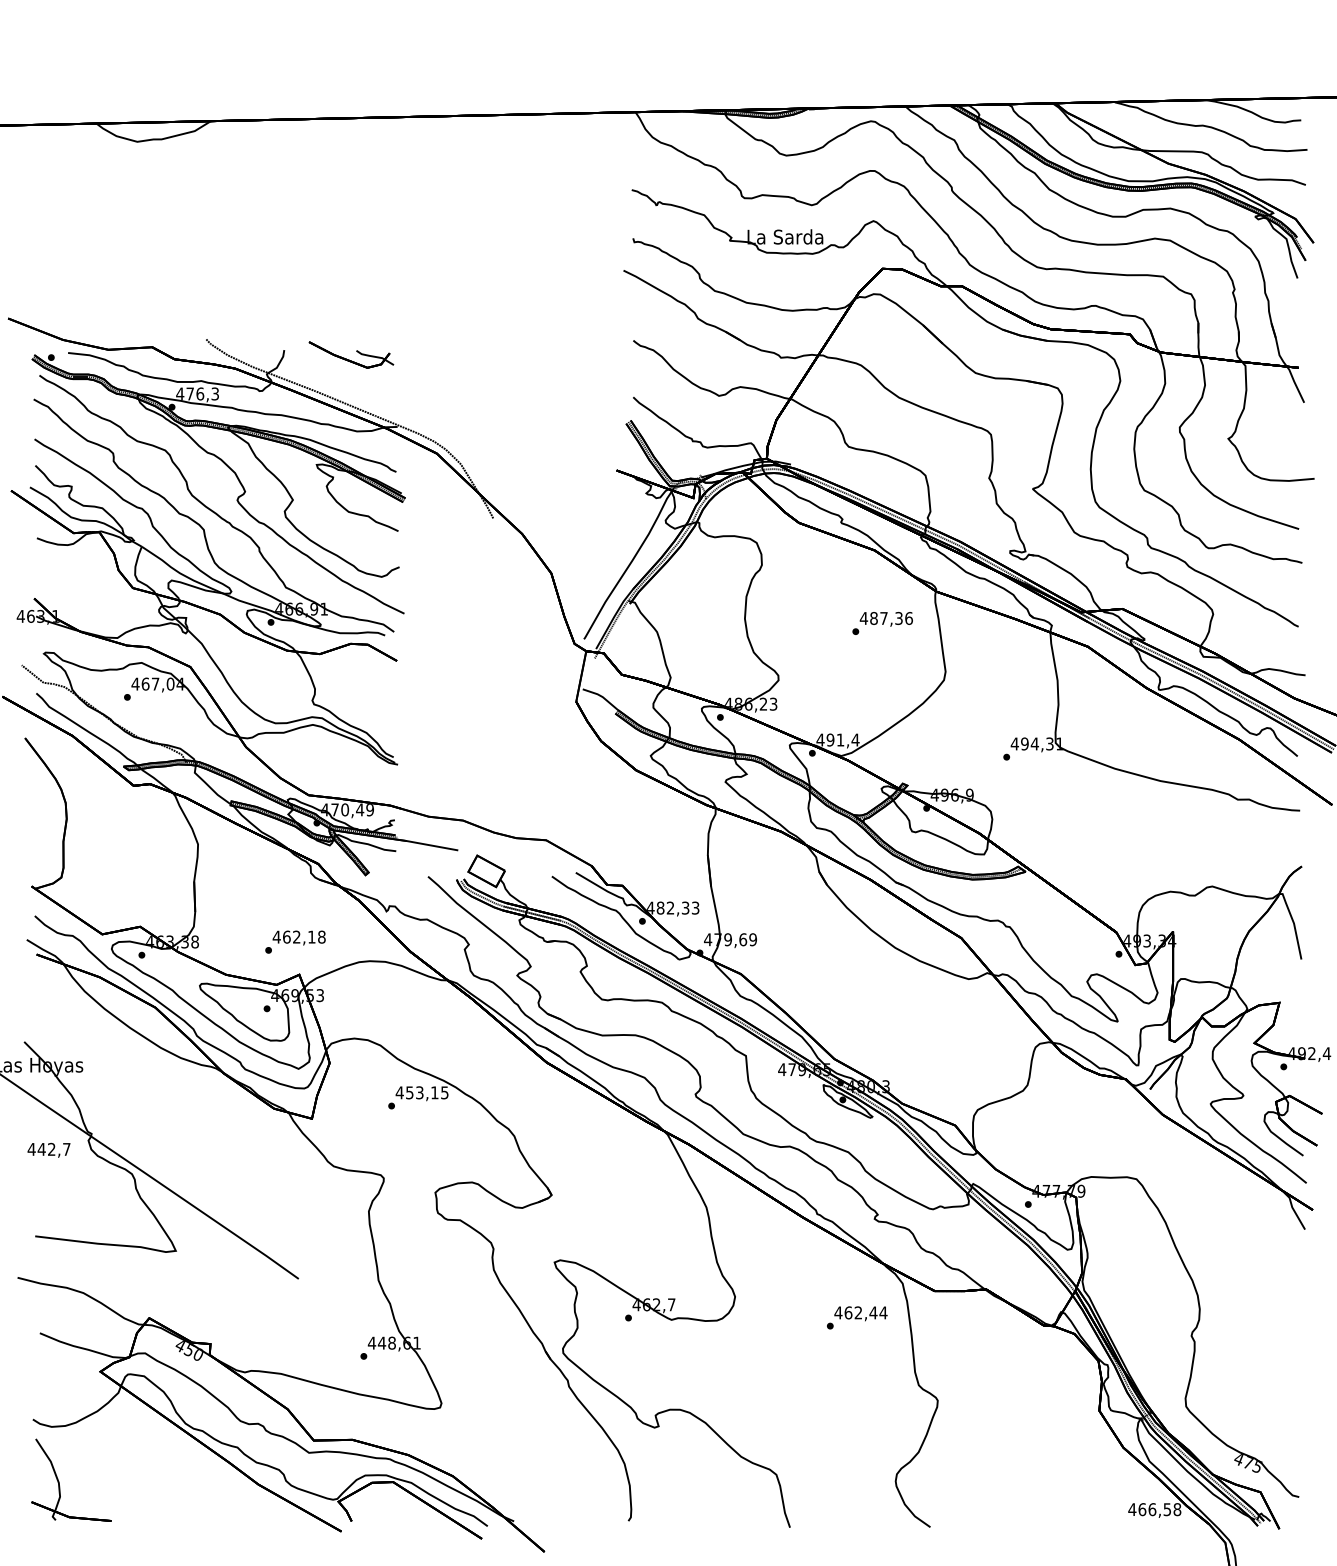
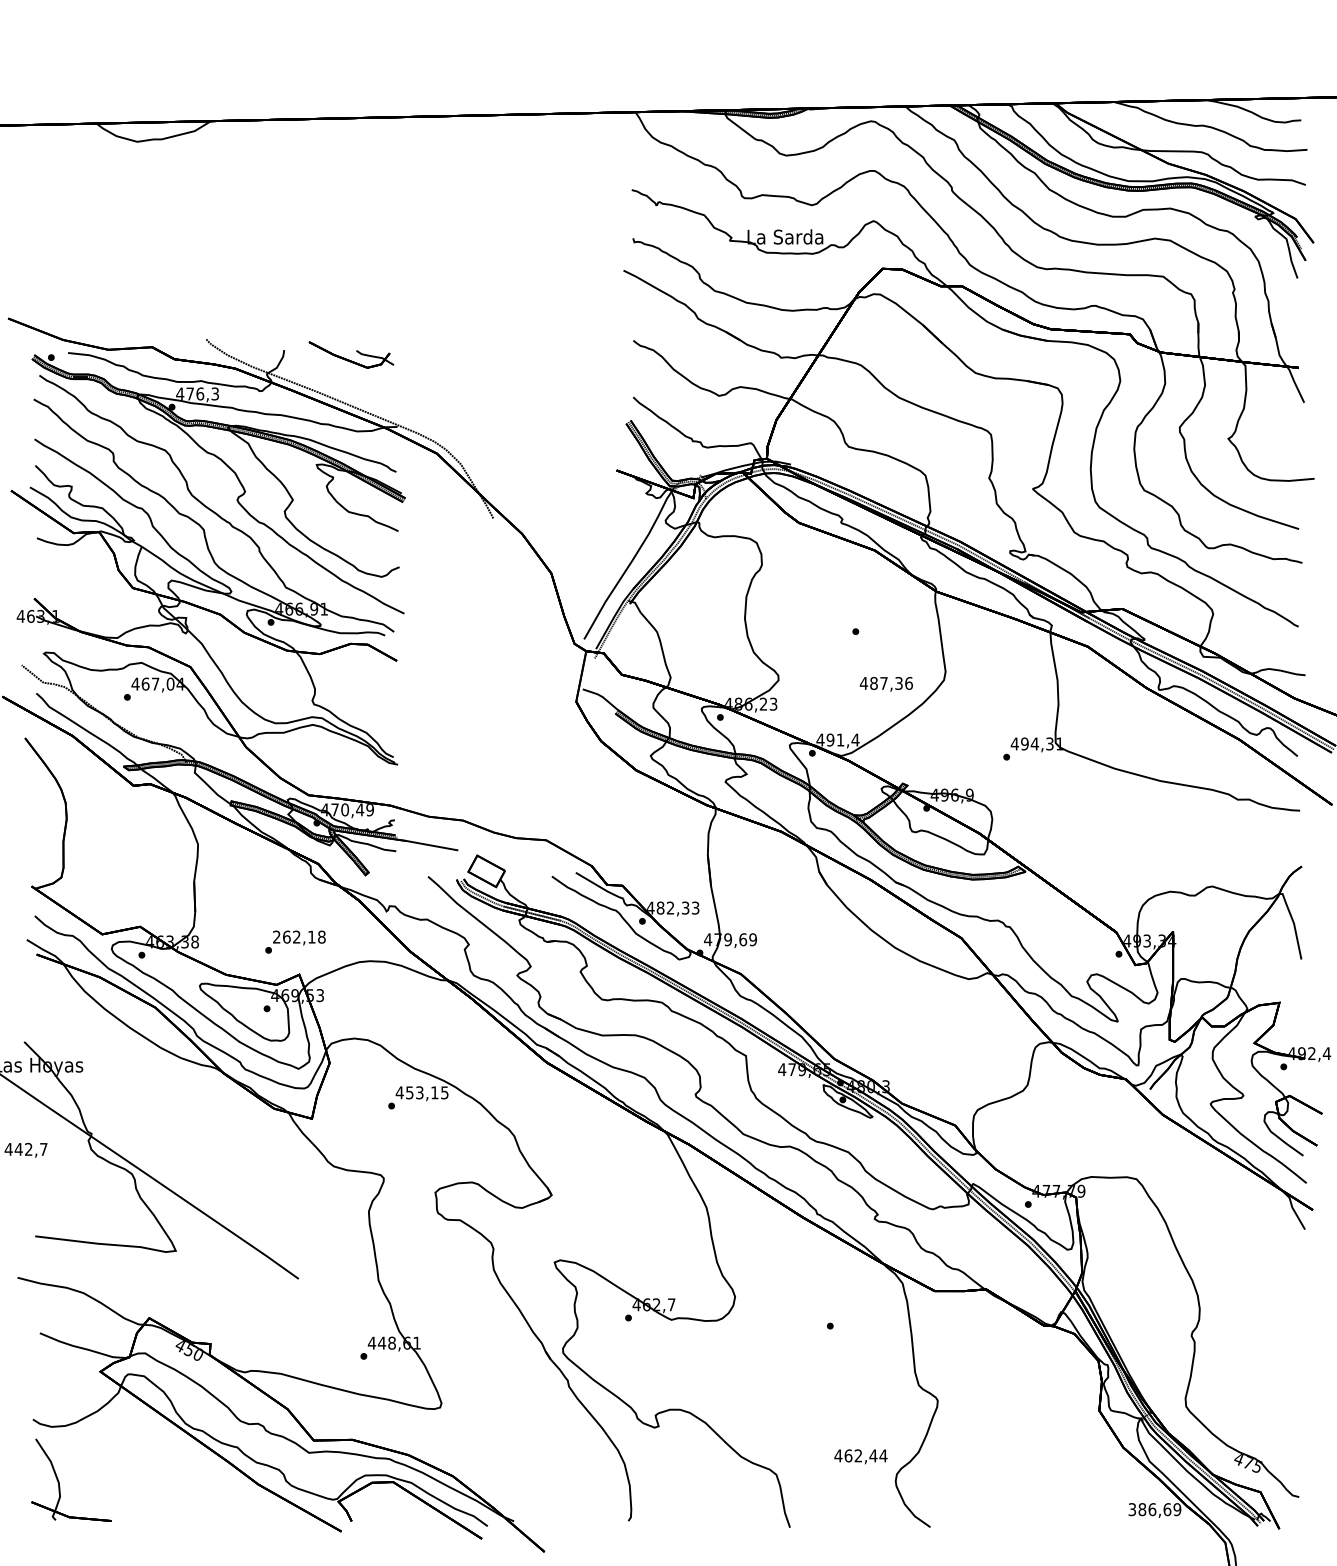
text at (885, 619) position: (885, 619) -> (885, 684)
text at (276, 936): 462,18 -> 262,18
text at (48, 1149) position: (48, 1149) -> (25, 1149)
text at (860, 1313) position: (860, 1313) -> (860, 1456)
text at (1154, 1509): 466,58 -> 386,69
